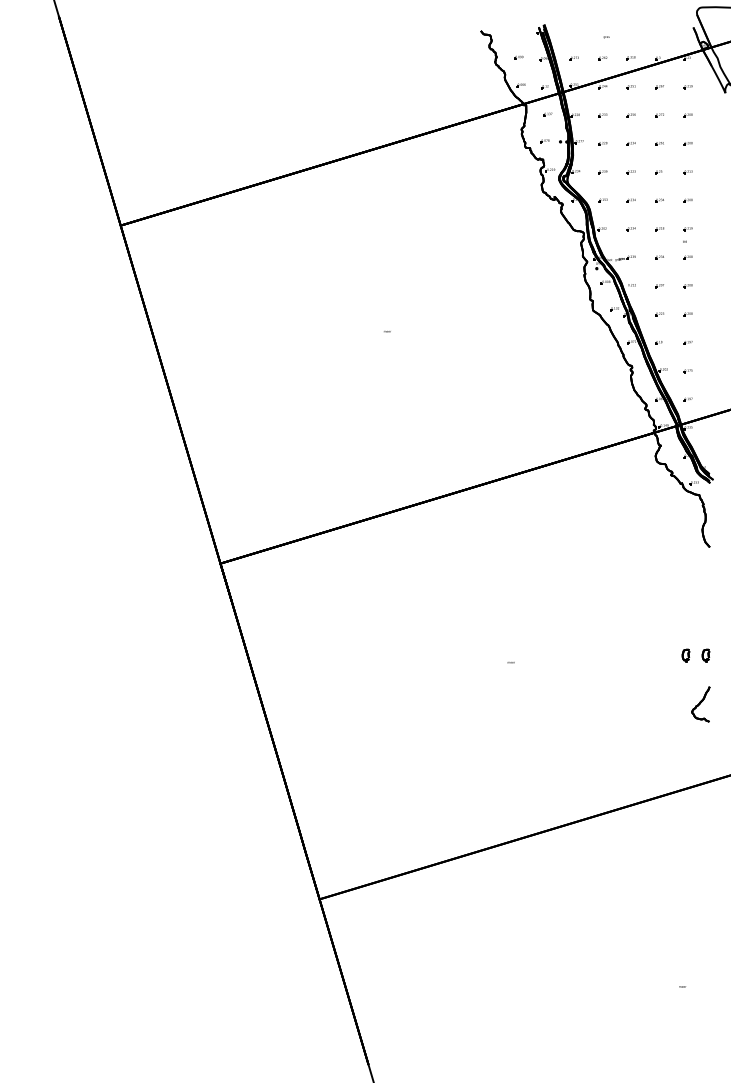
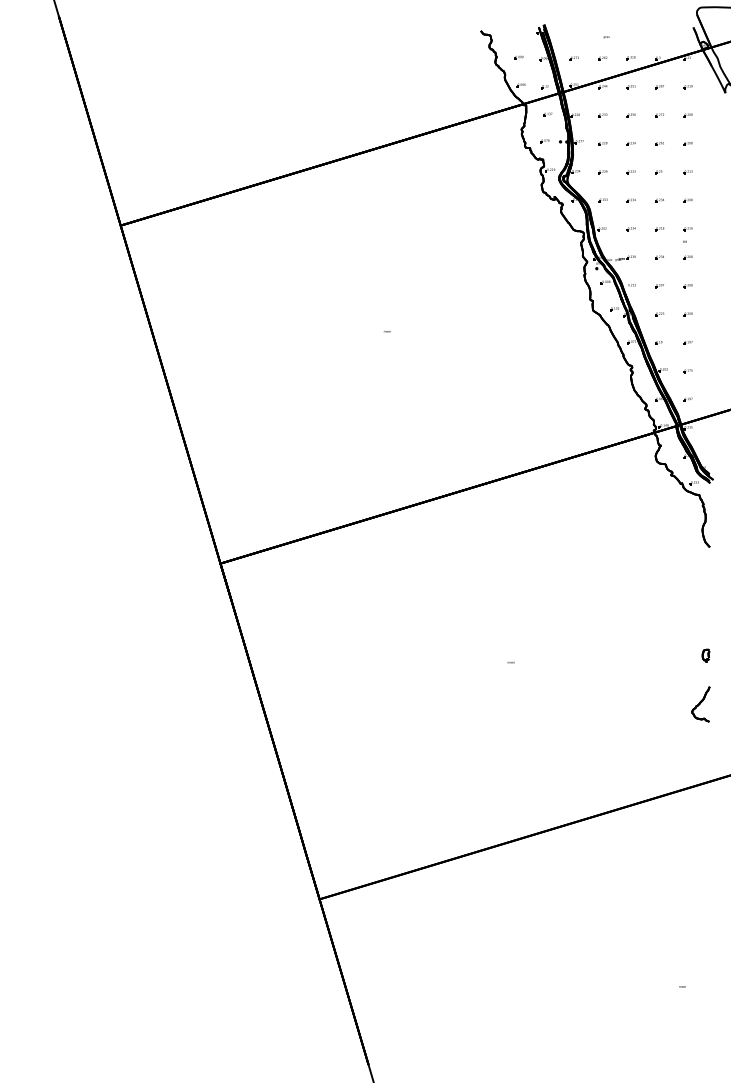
part at (685, 655): present -> none
